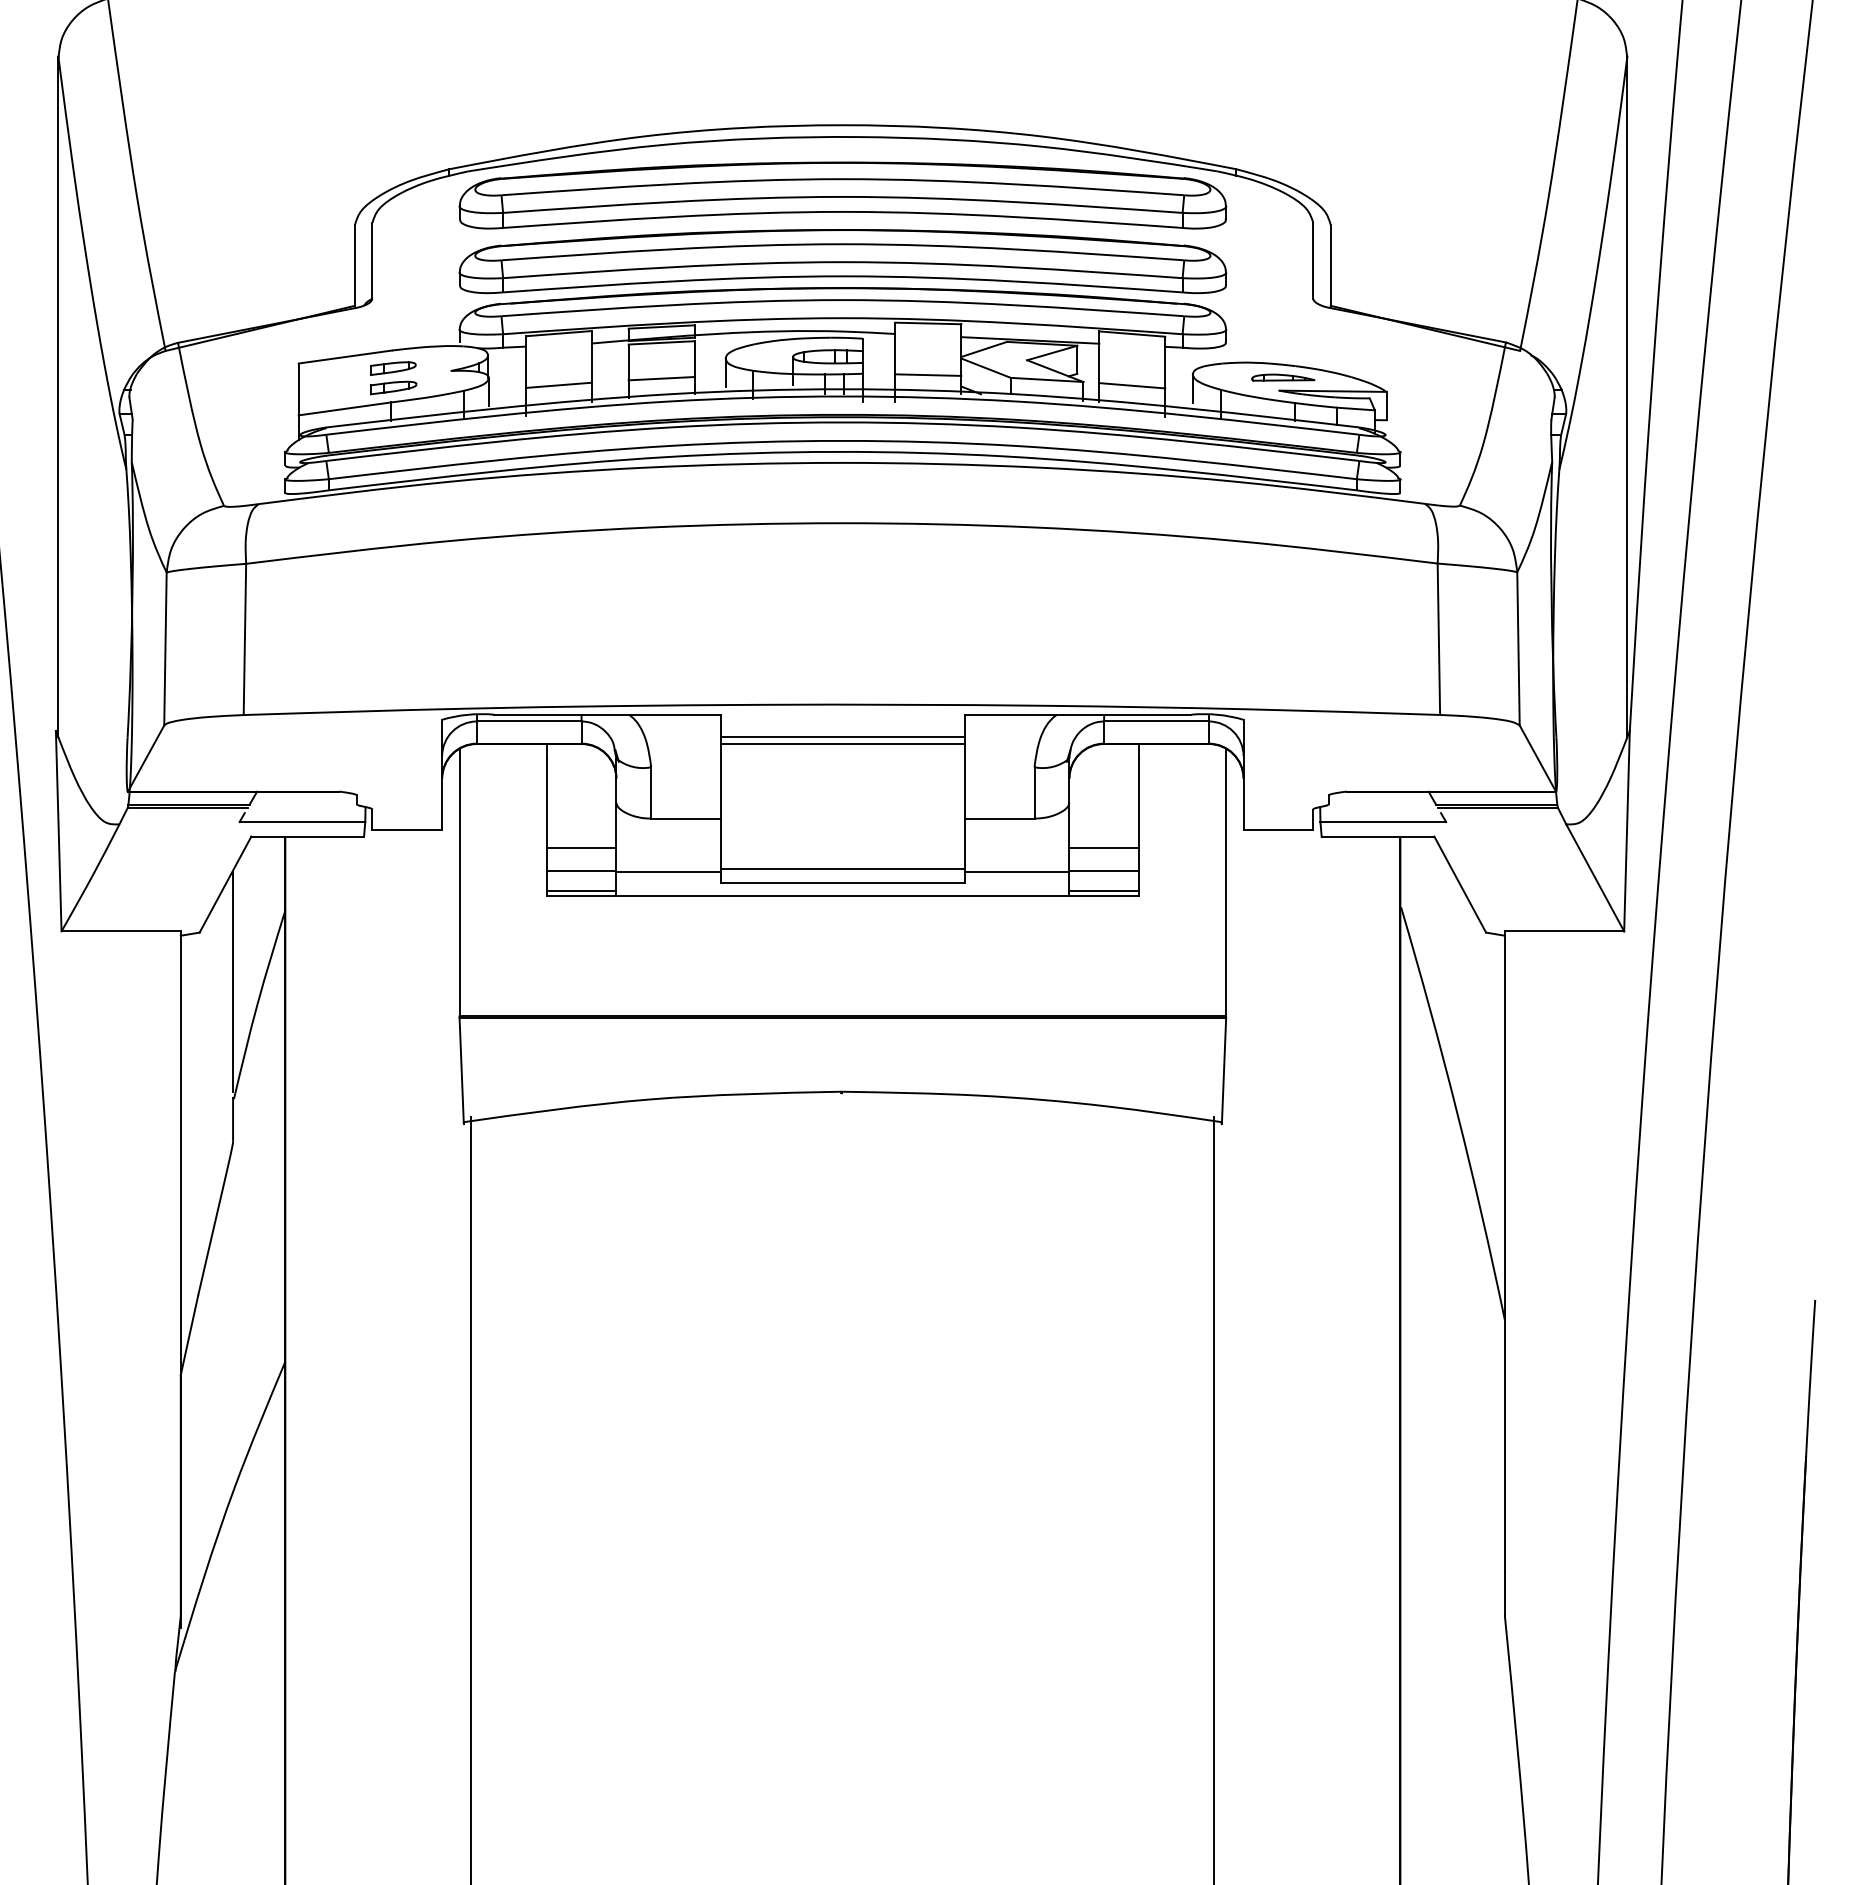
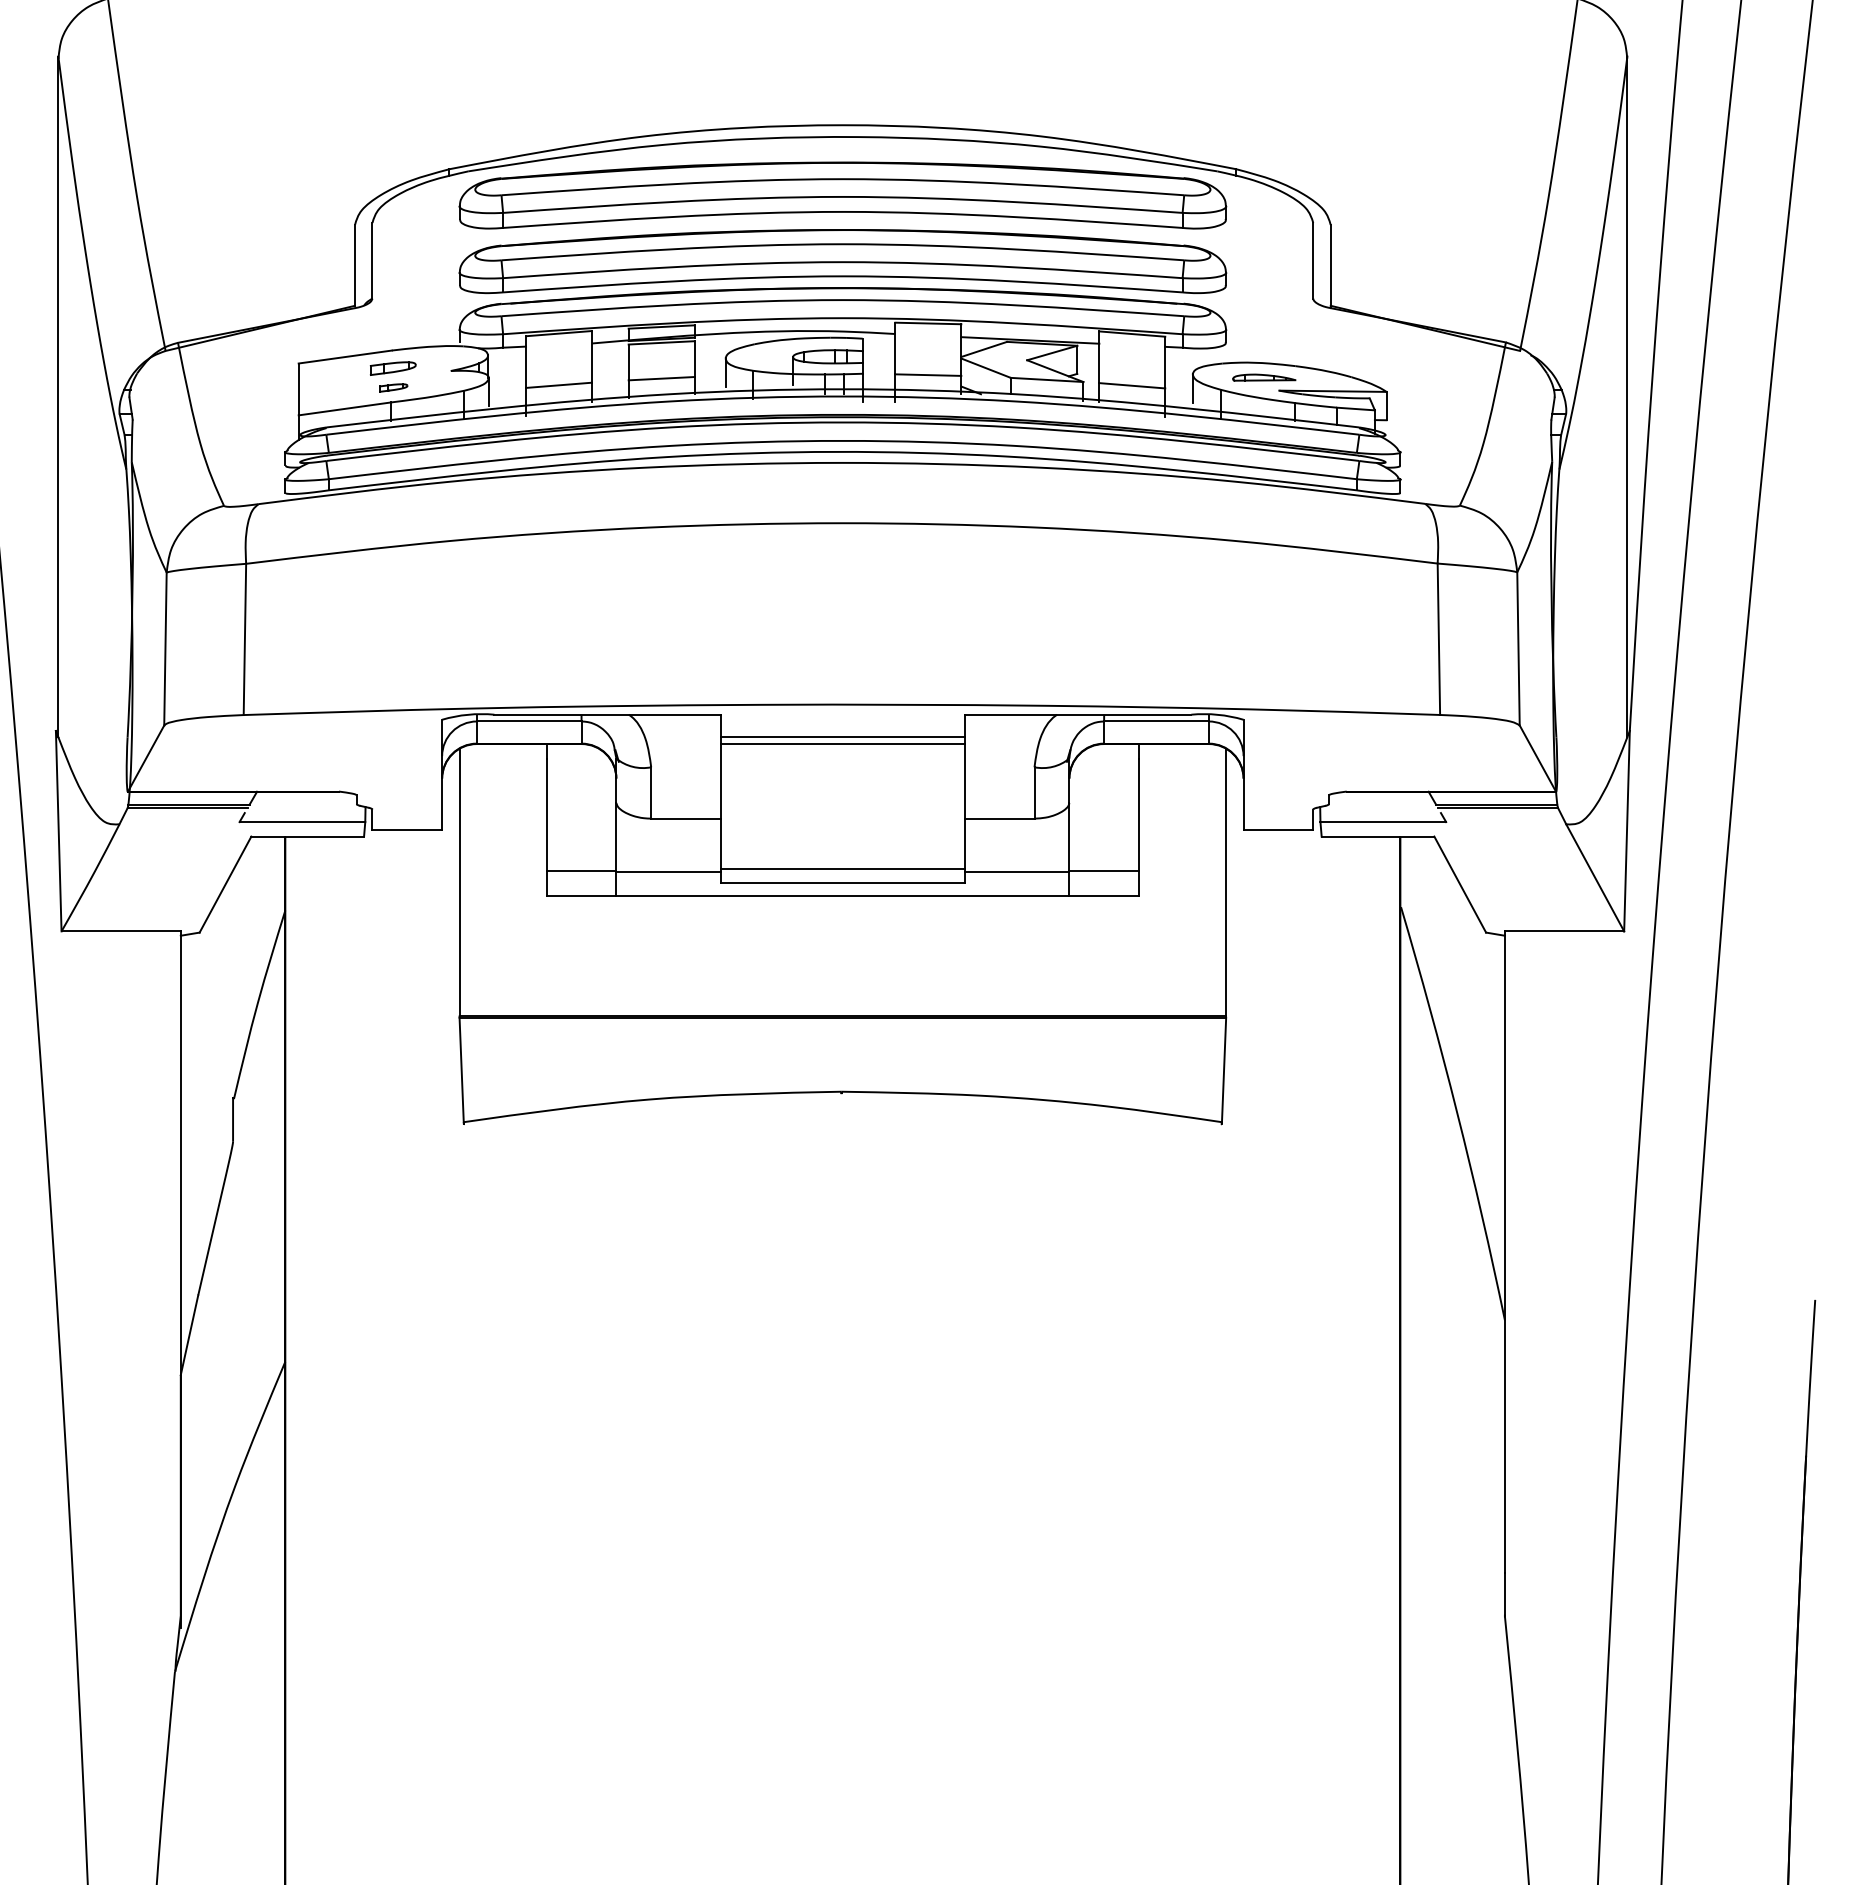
part at (1283, 377) position: (1283, 377) -> (1264, 377)
part at (393, 387) size: 48x16 px -> 30x10 px
line at (581, 847): present -> none
line at (1104, 847): present -> none
line at (581, 890): present -> none
line at (1104, 890): present -> none
line at (233, 980): present -> none
line at (471, 1498): present -> none
line at (1214, 1498): present -> none
